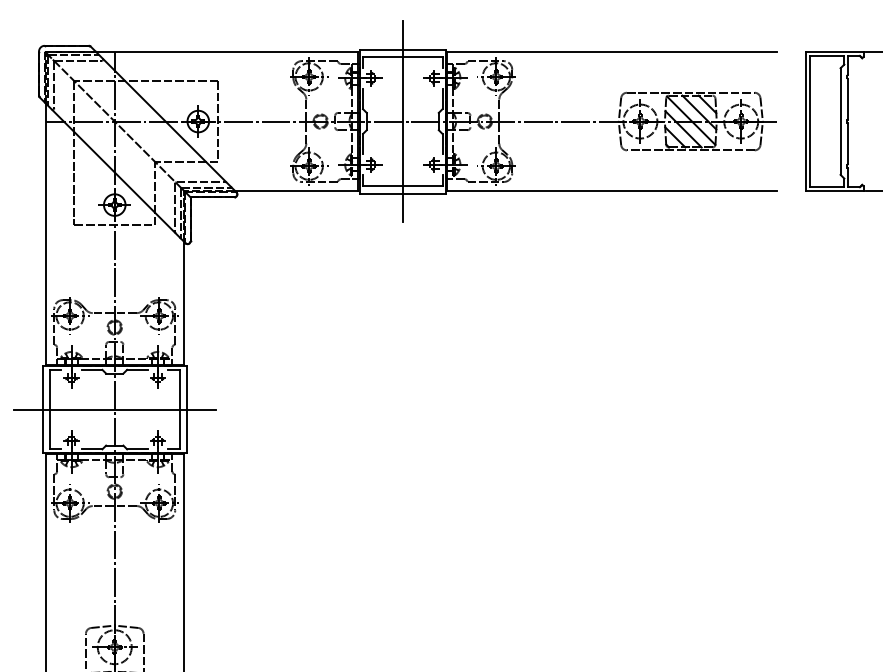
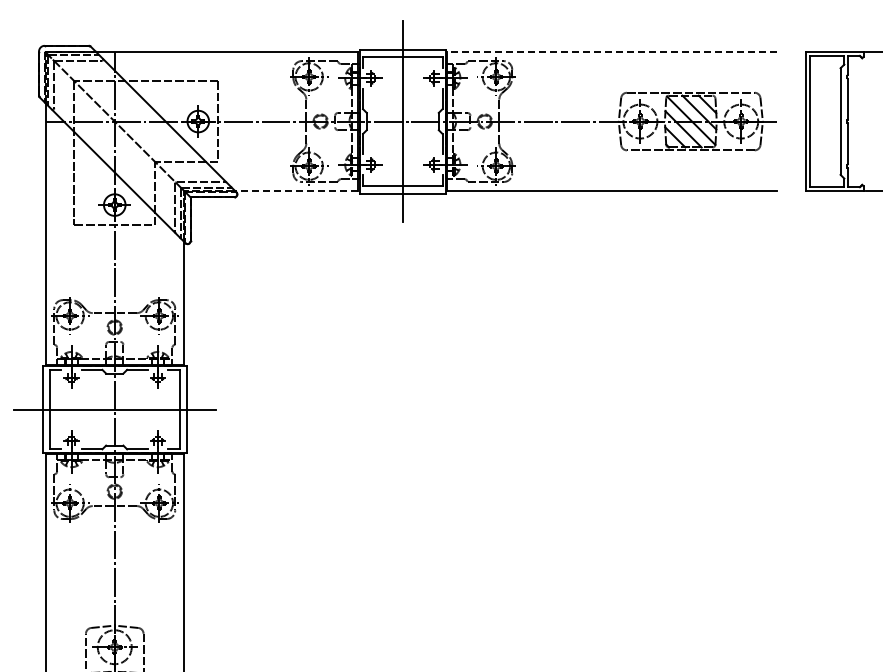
line at (612, 52): solid -> dashed
line at (296, 190): solid -> dashed
